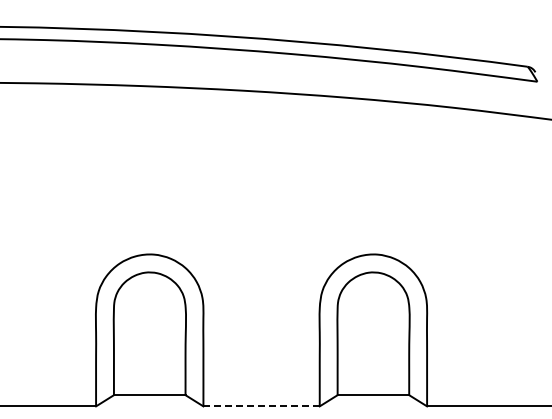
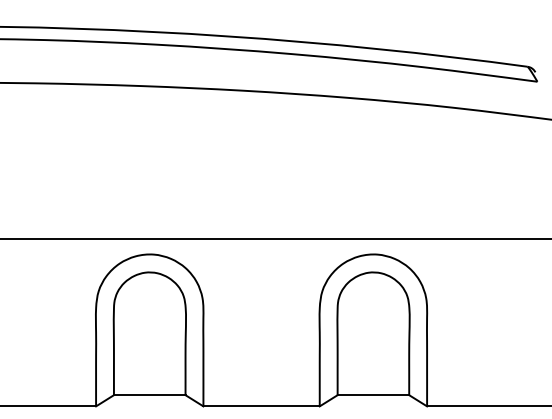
line at (275, 239): none -> present
line at (261, 406): dashed -> solid
